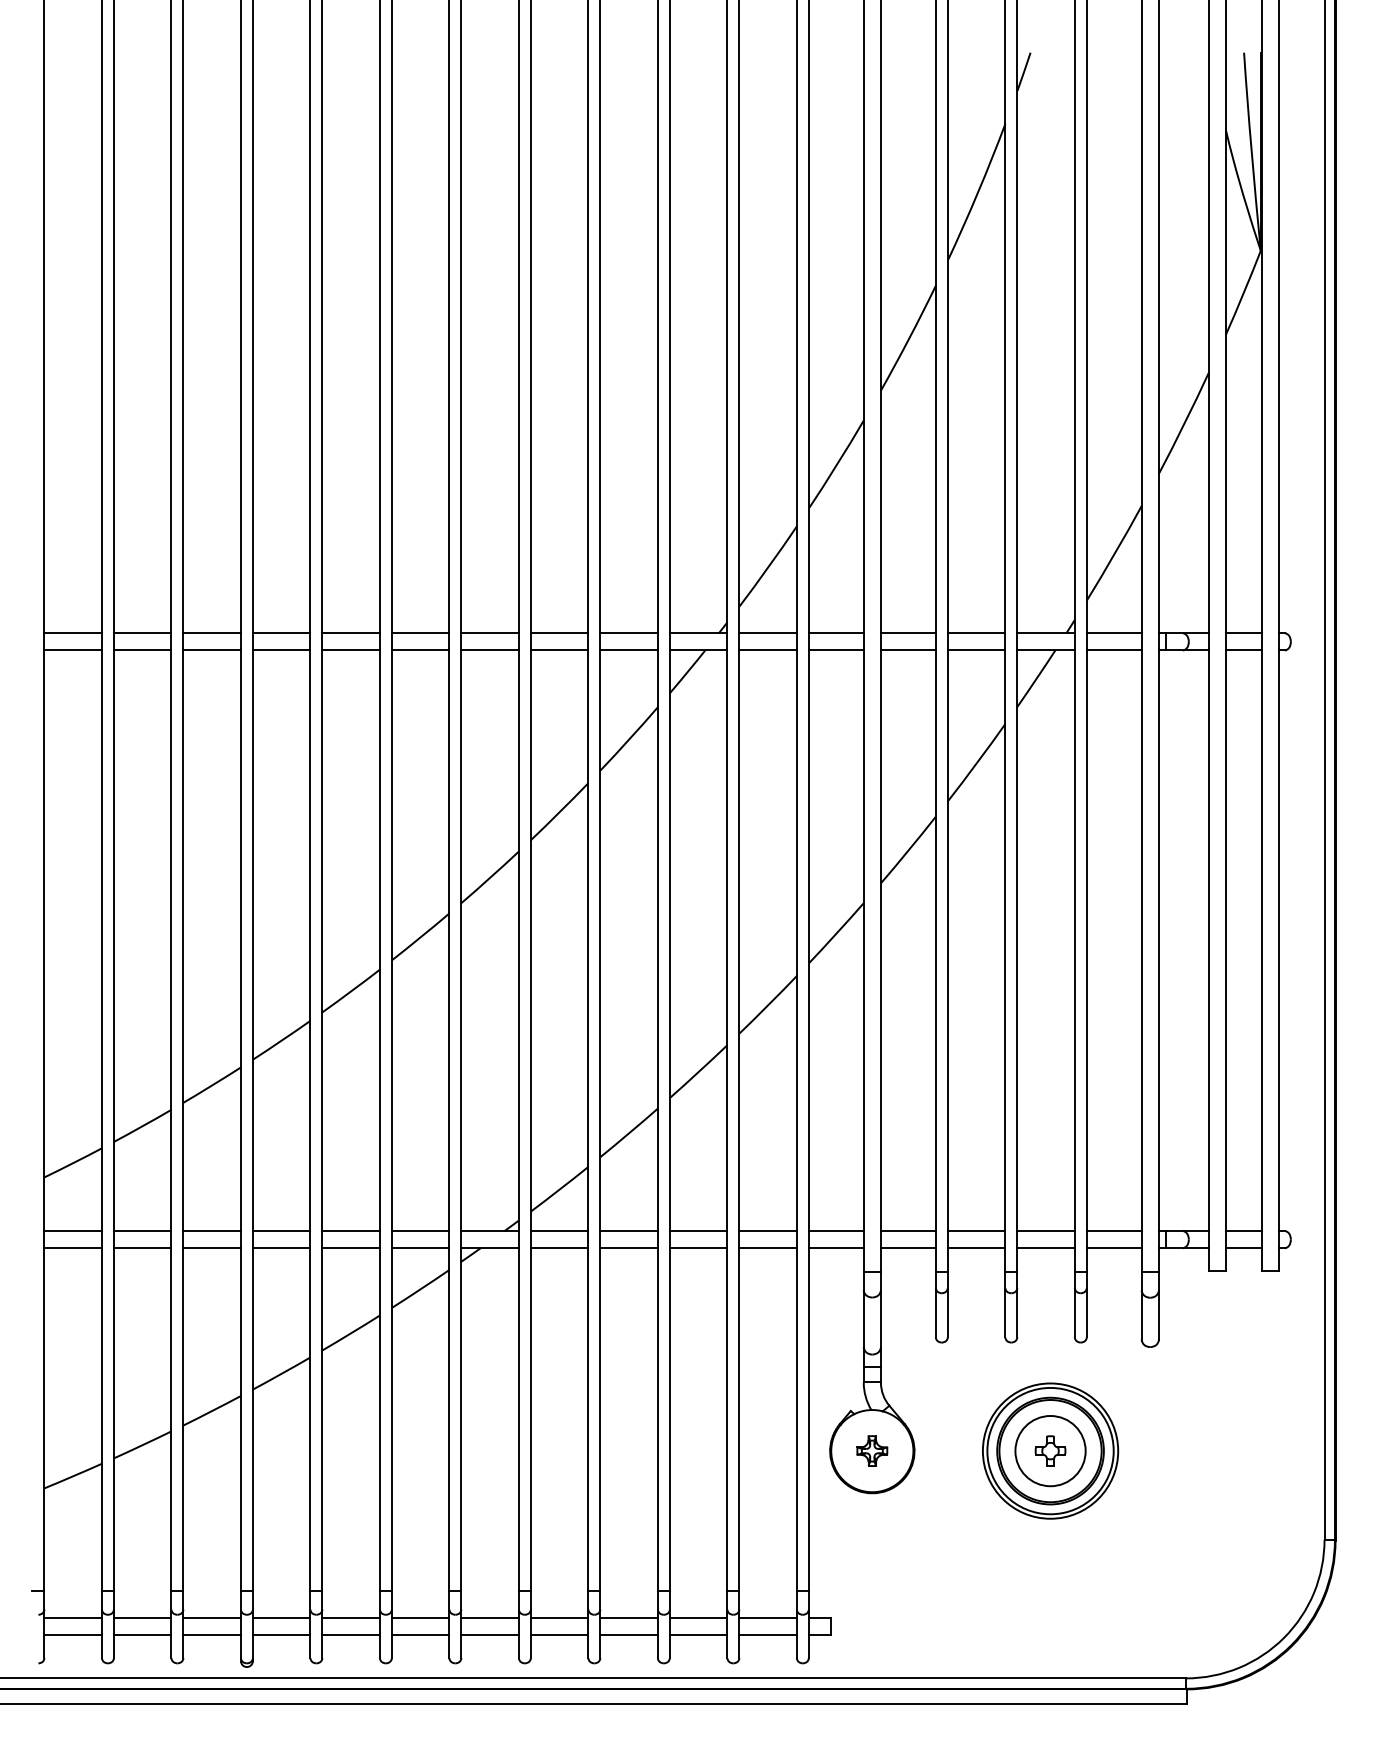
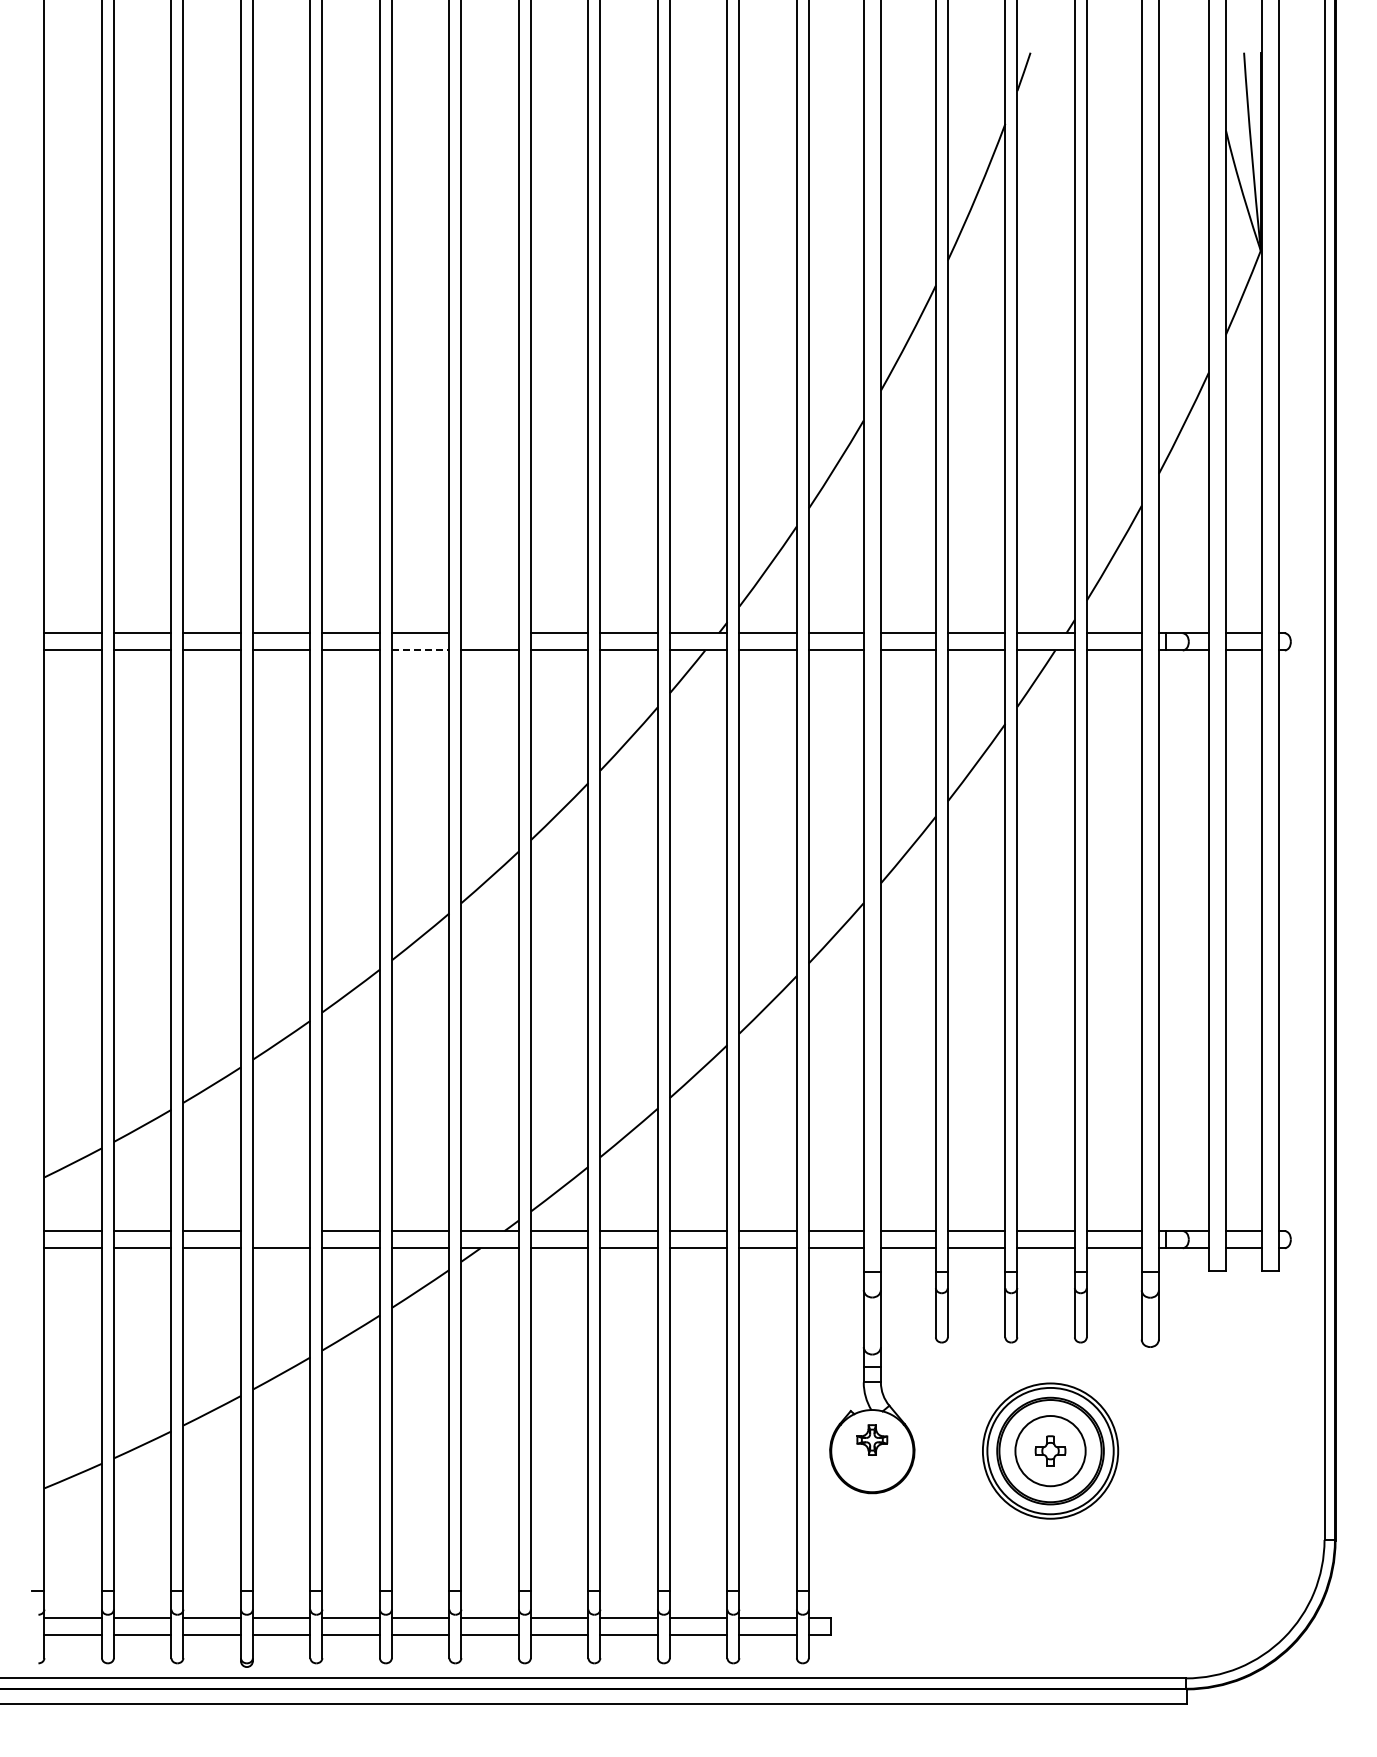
line at (489, 633): present -> none
line at (420, 650): solid -> dashed
line at (281, 1231): present -> none
part at (872, 1450) position: (872, 1450) -> (872, 1439)
